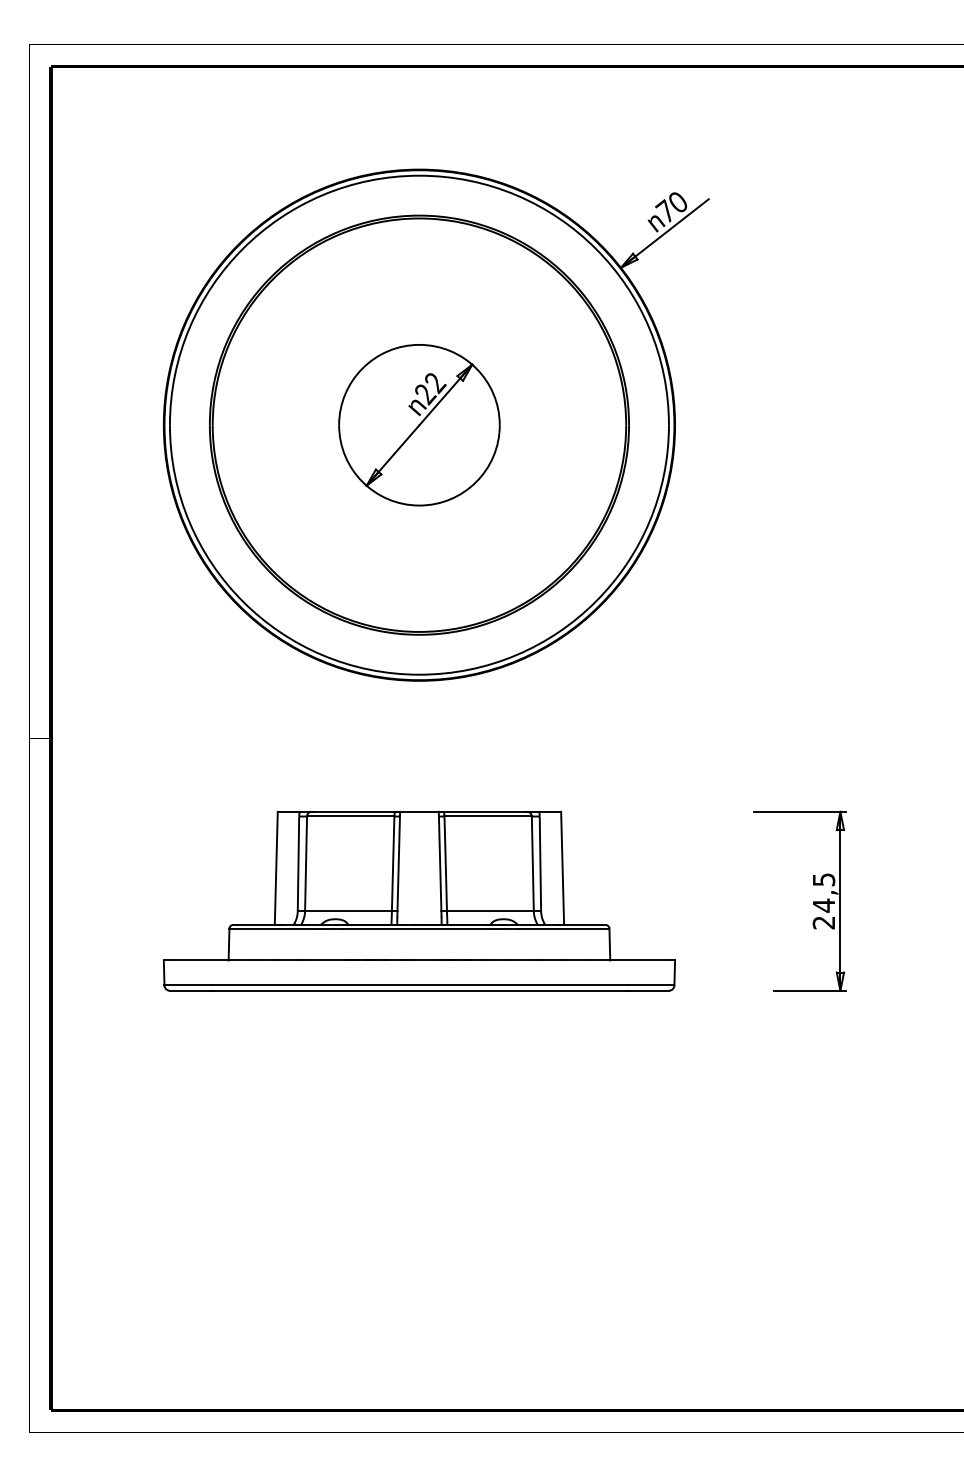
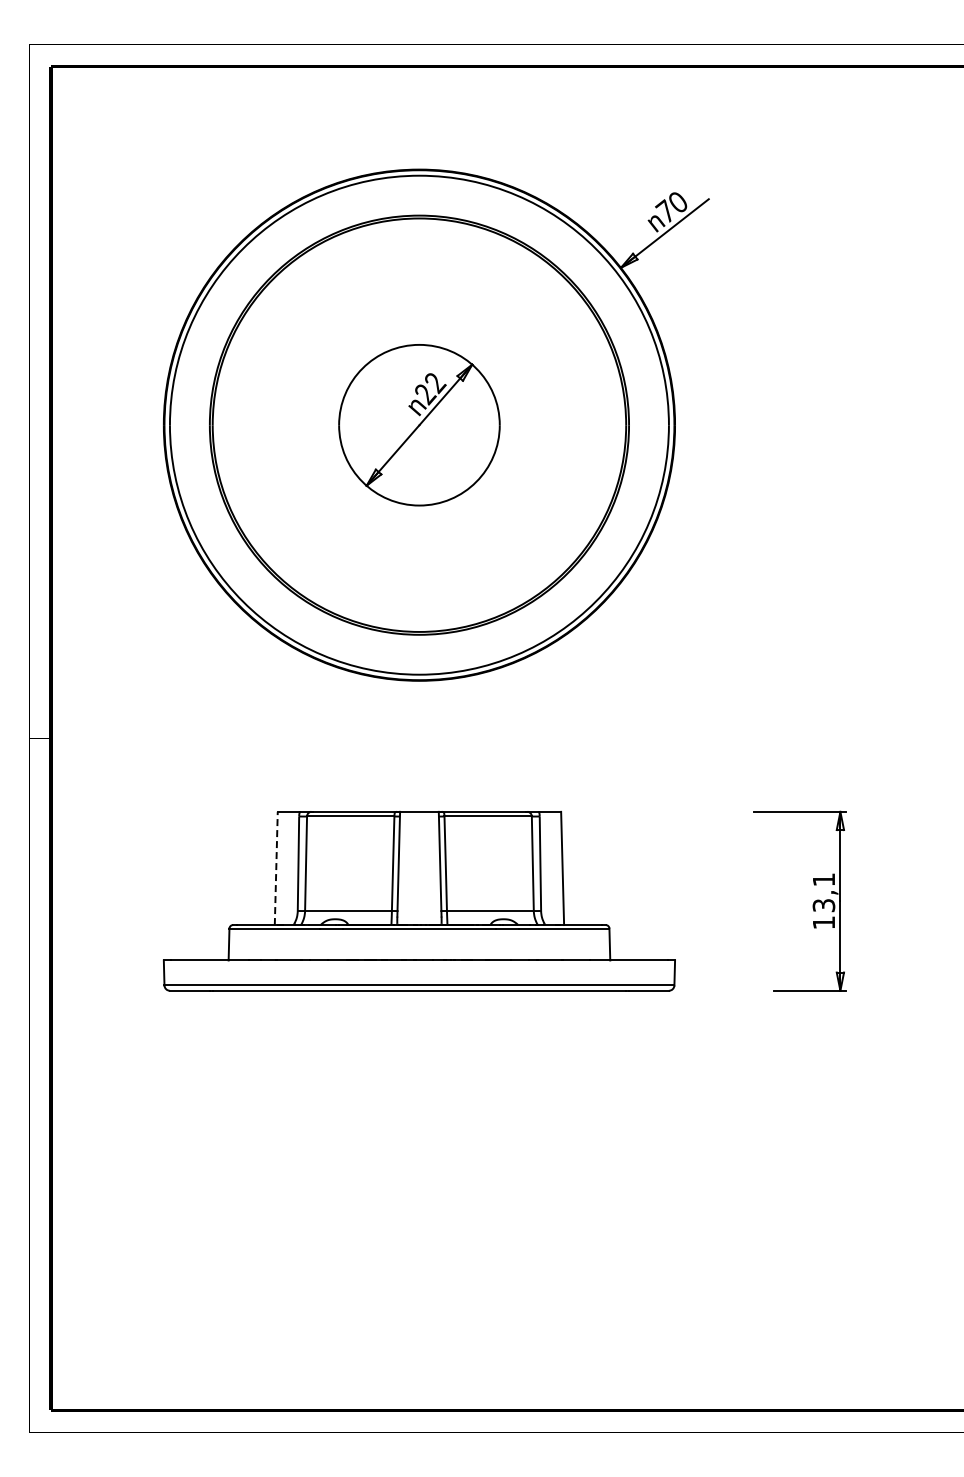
line at (276, 868): solid -> dashed
text at (823, 901): 24,5 -> 13,1
